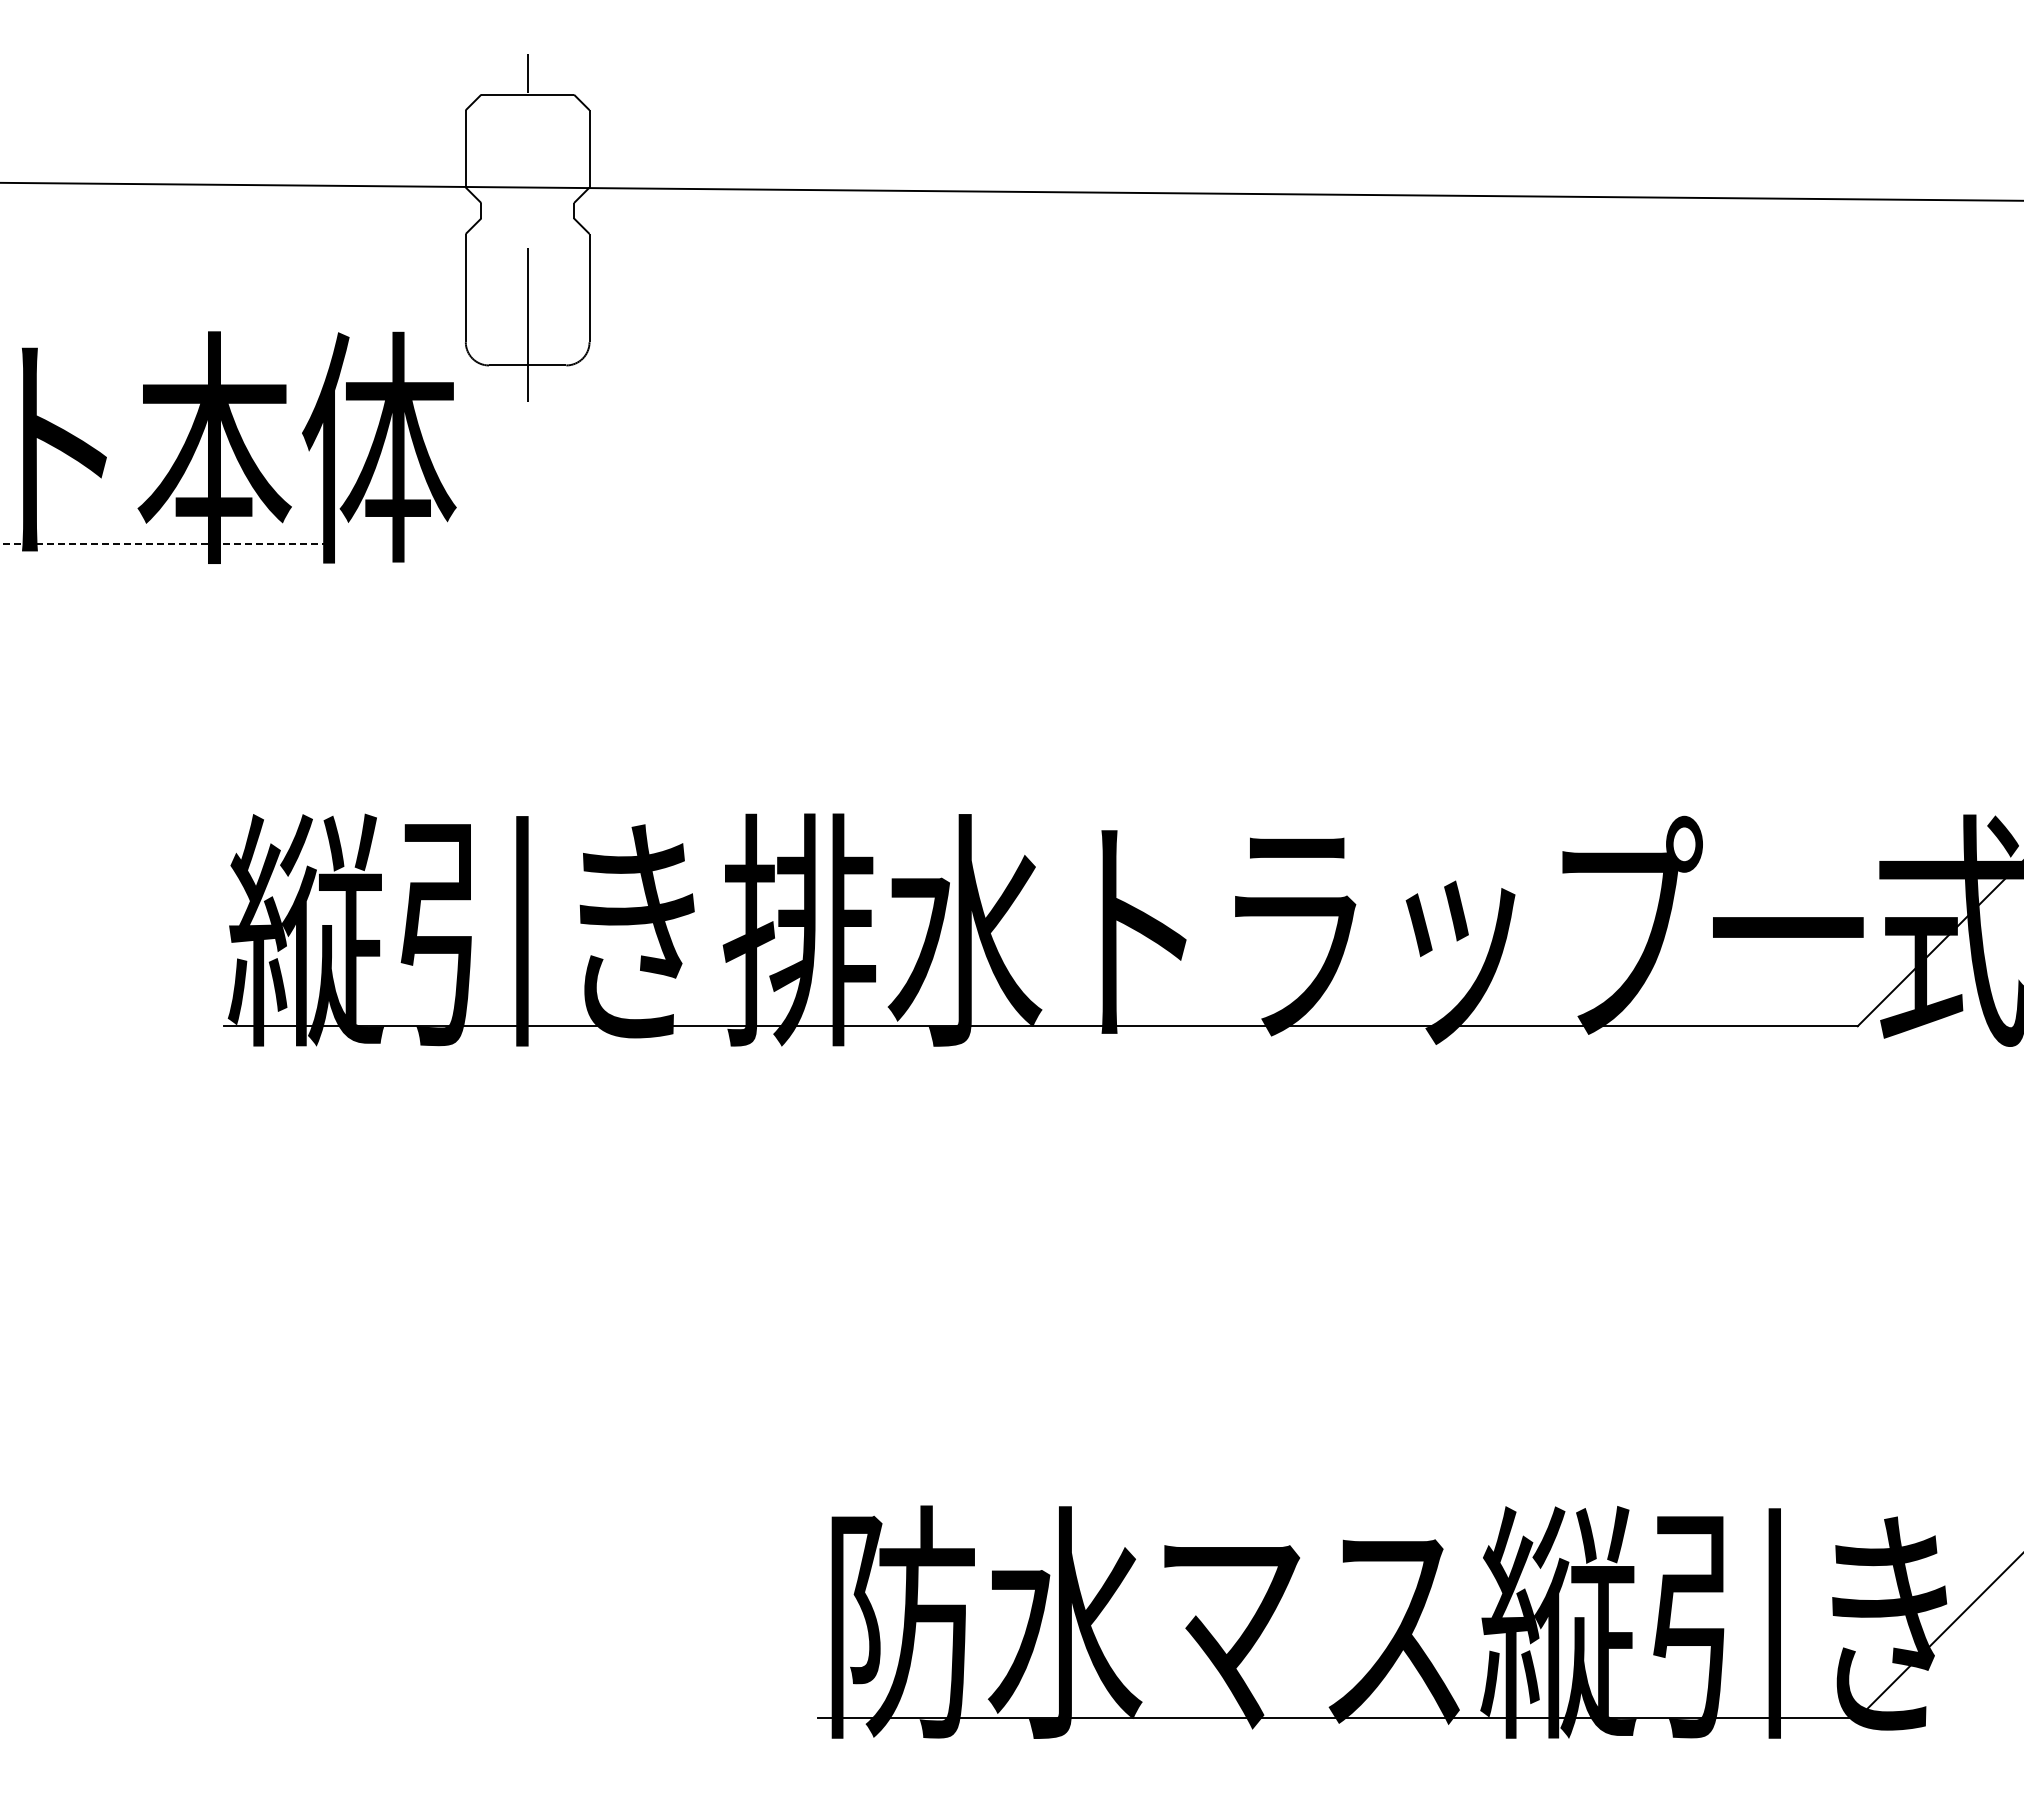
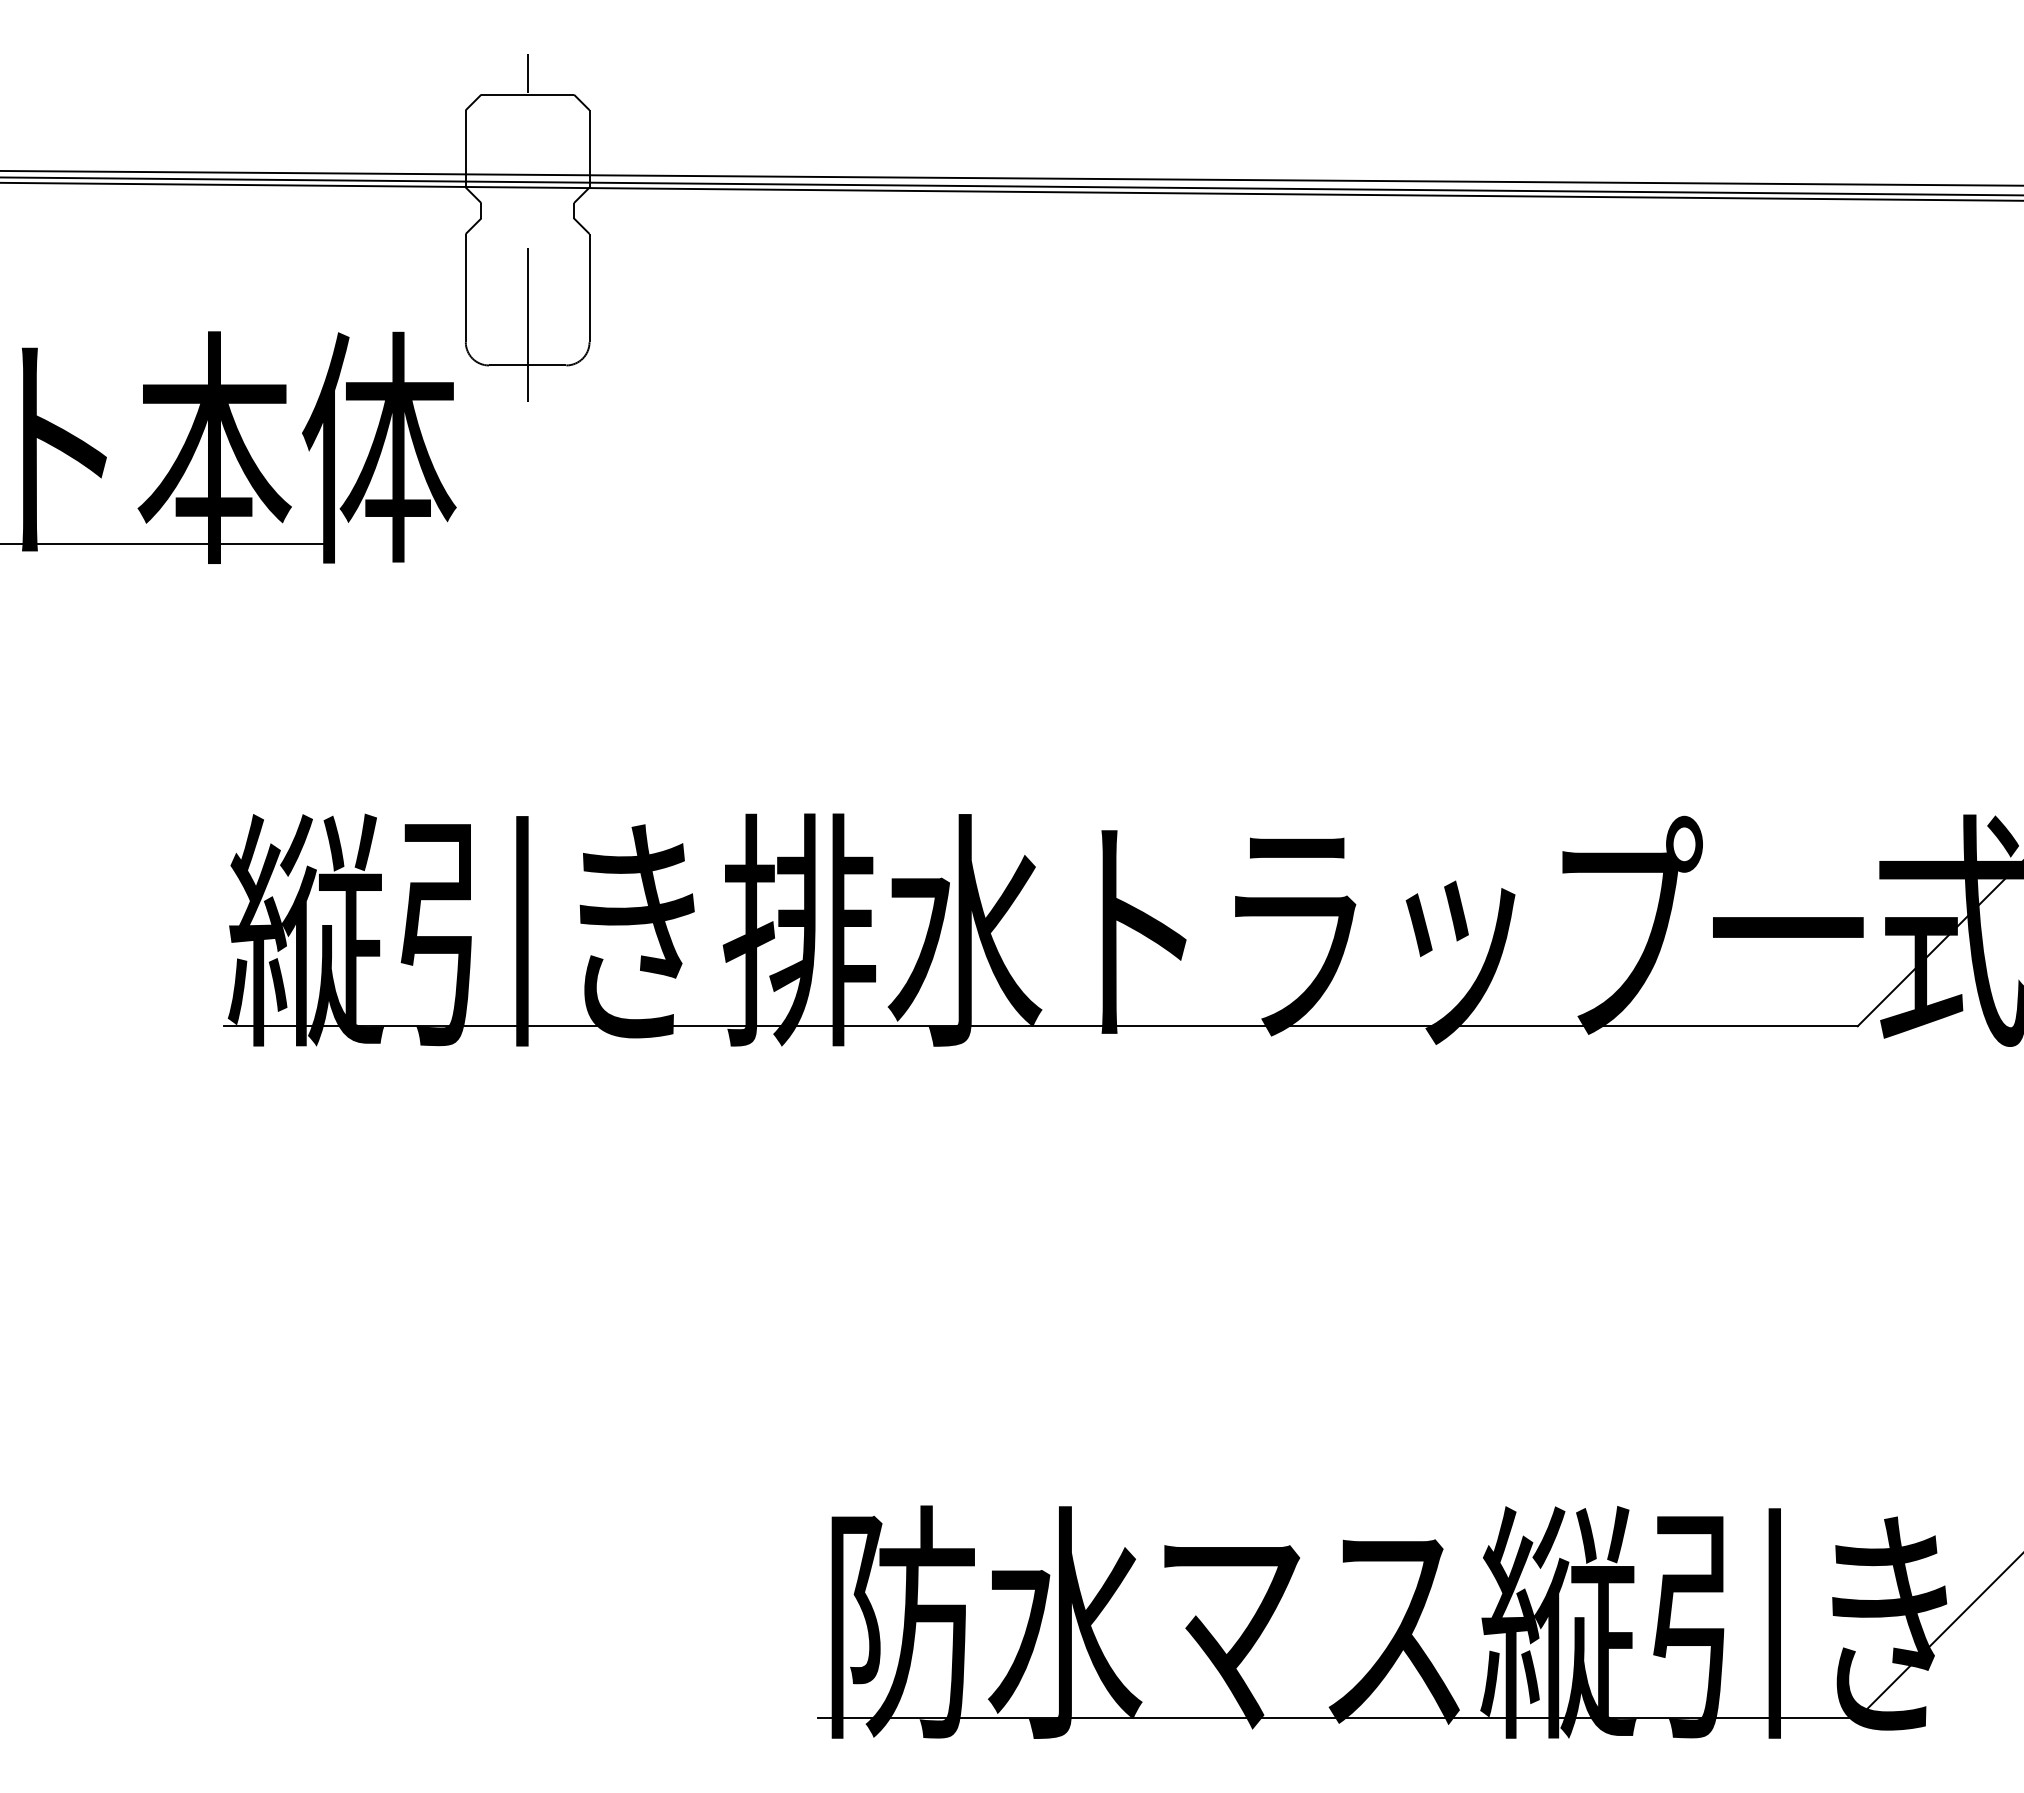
line at (1011, 178): none -> present
line at (1011, 186): none -> present
line at (166, 543): dashed -> solid
